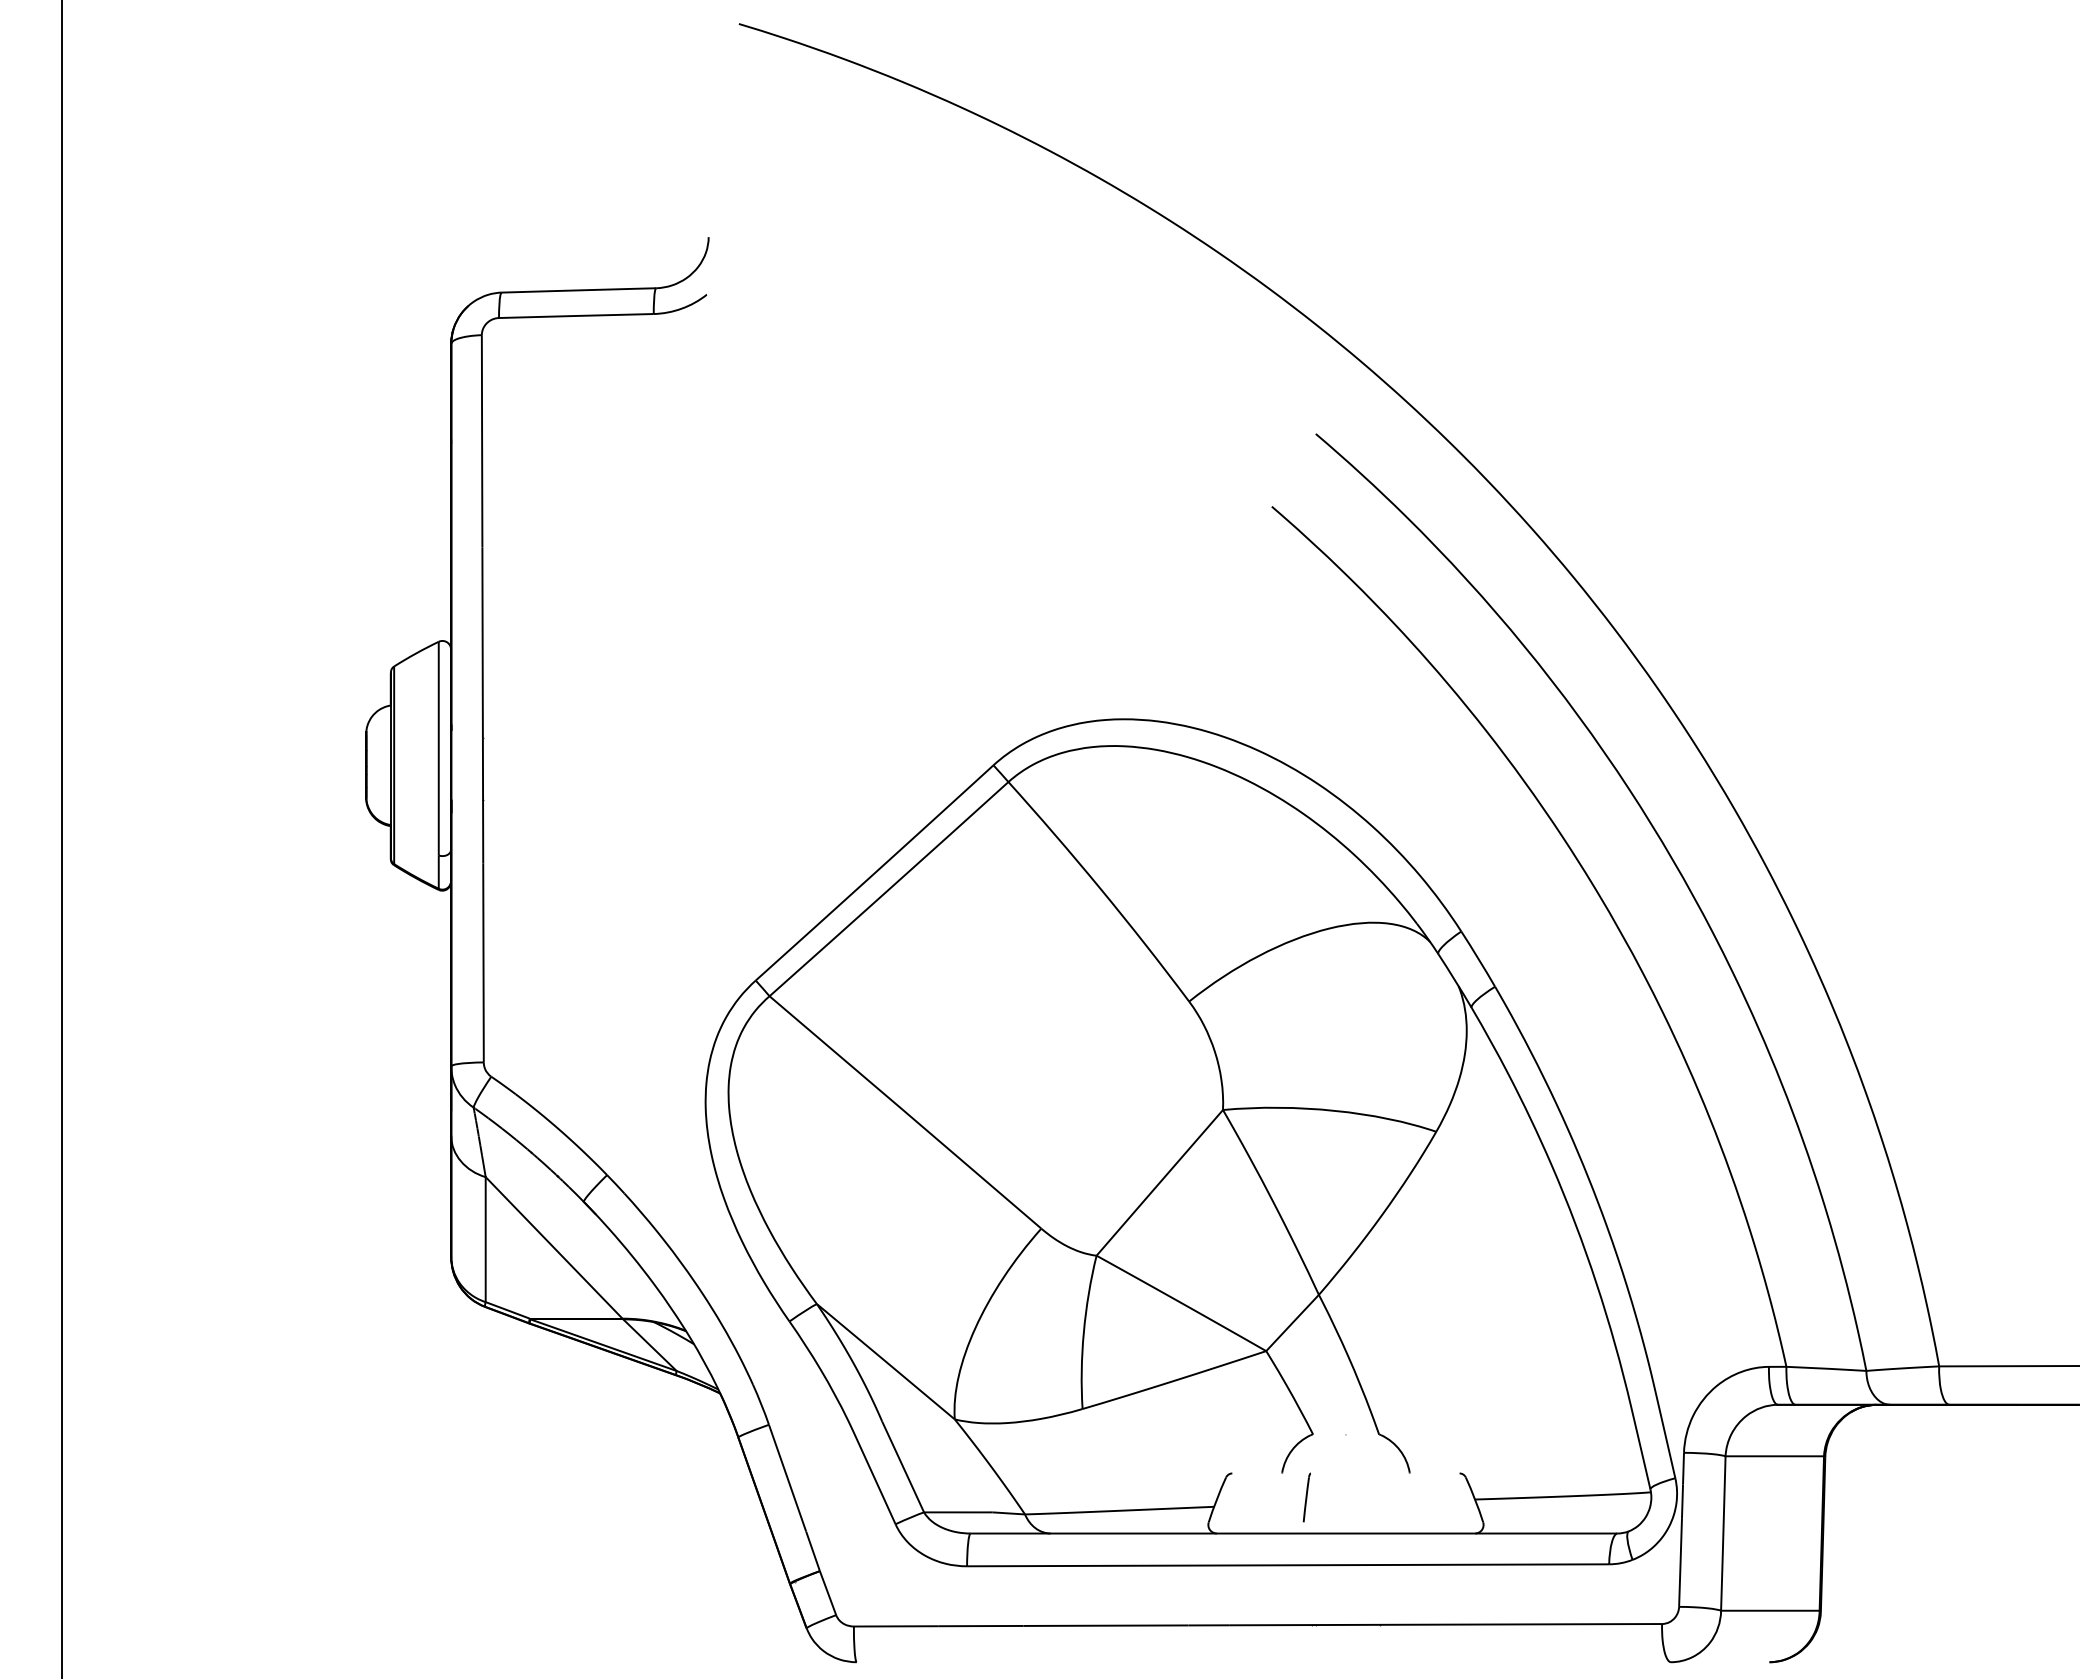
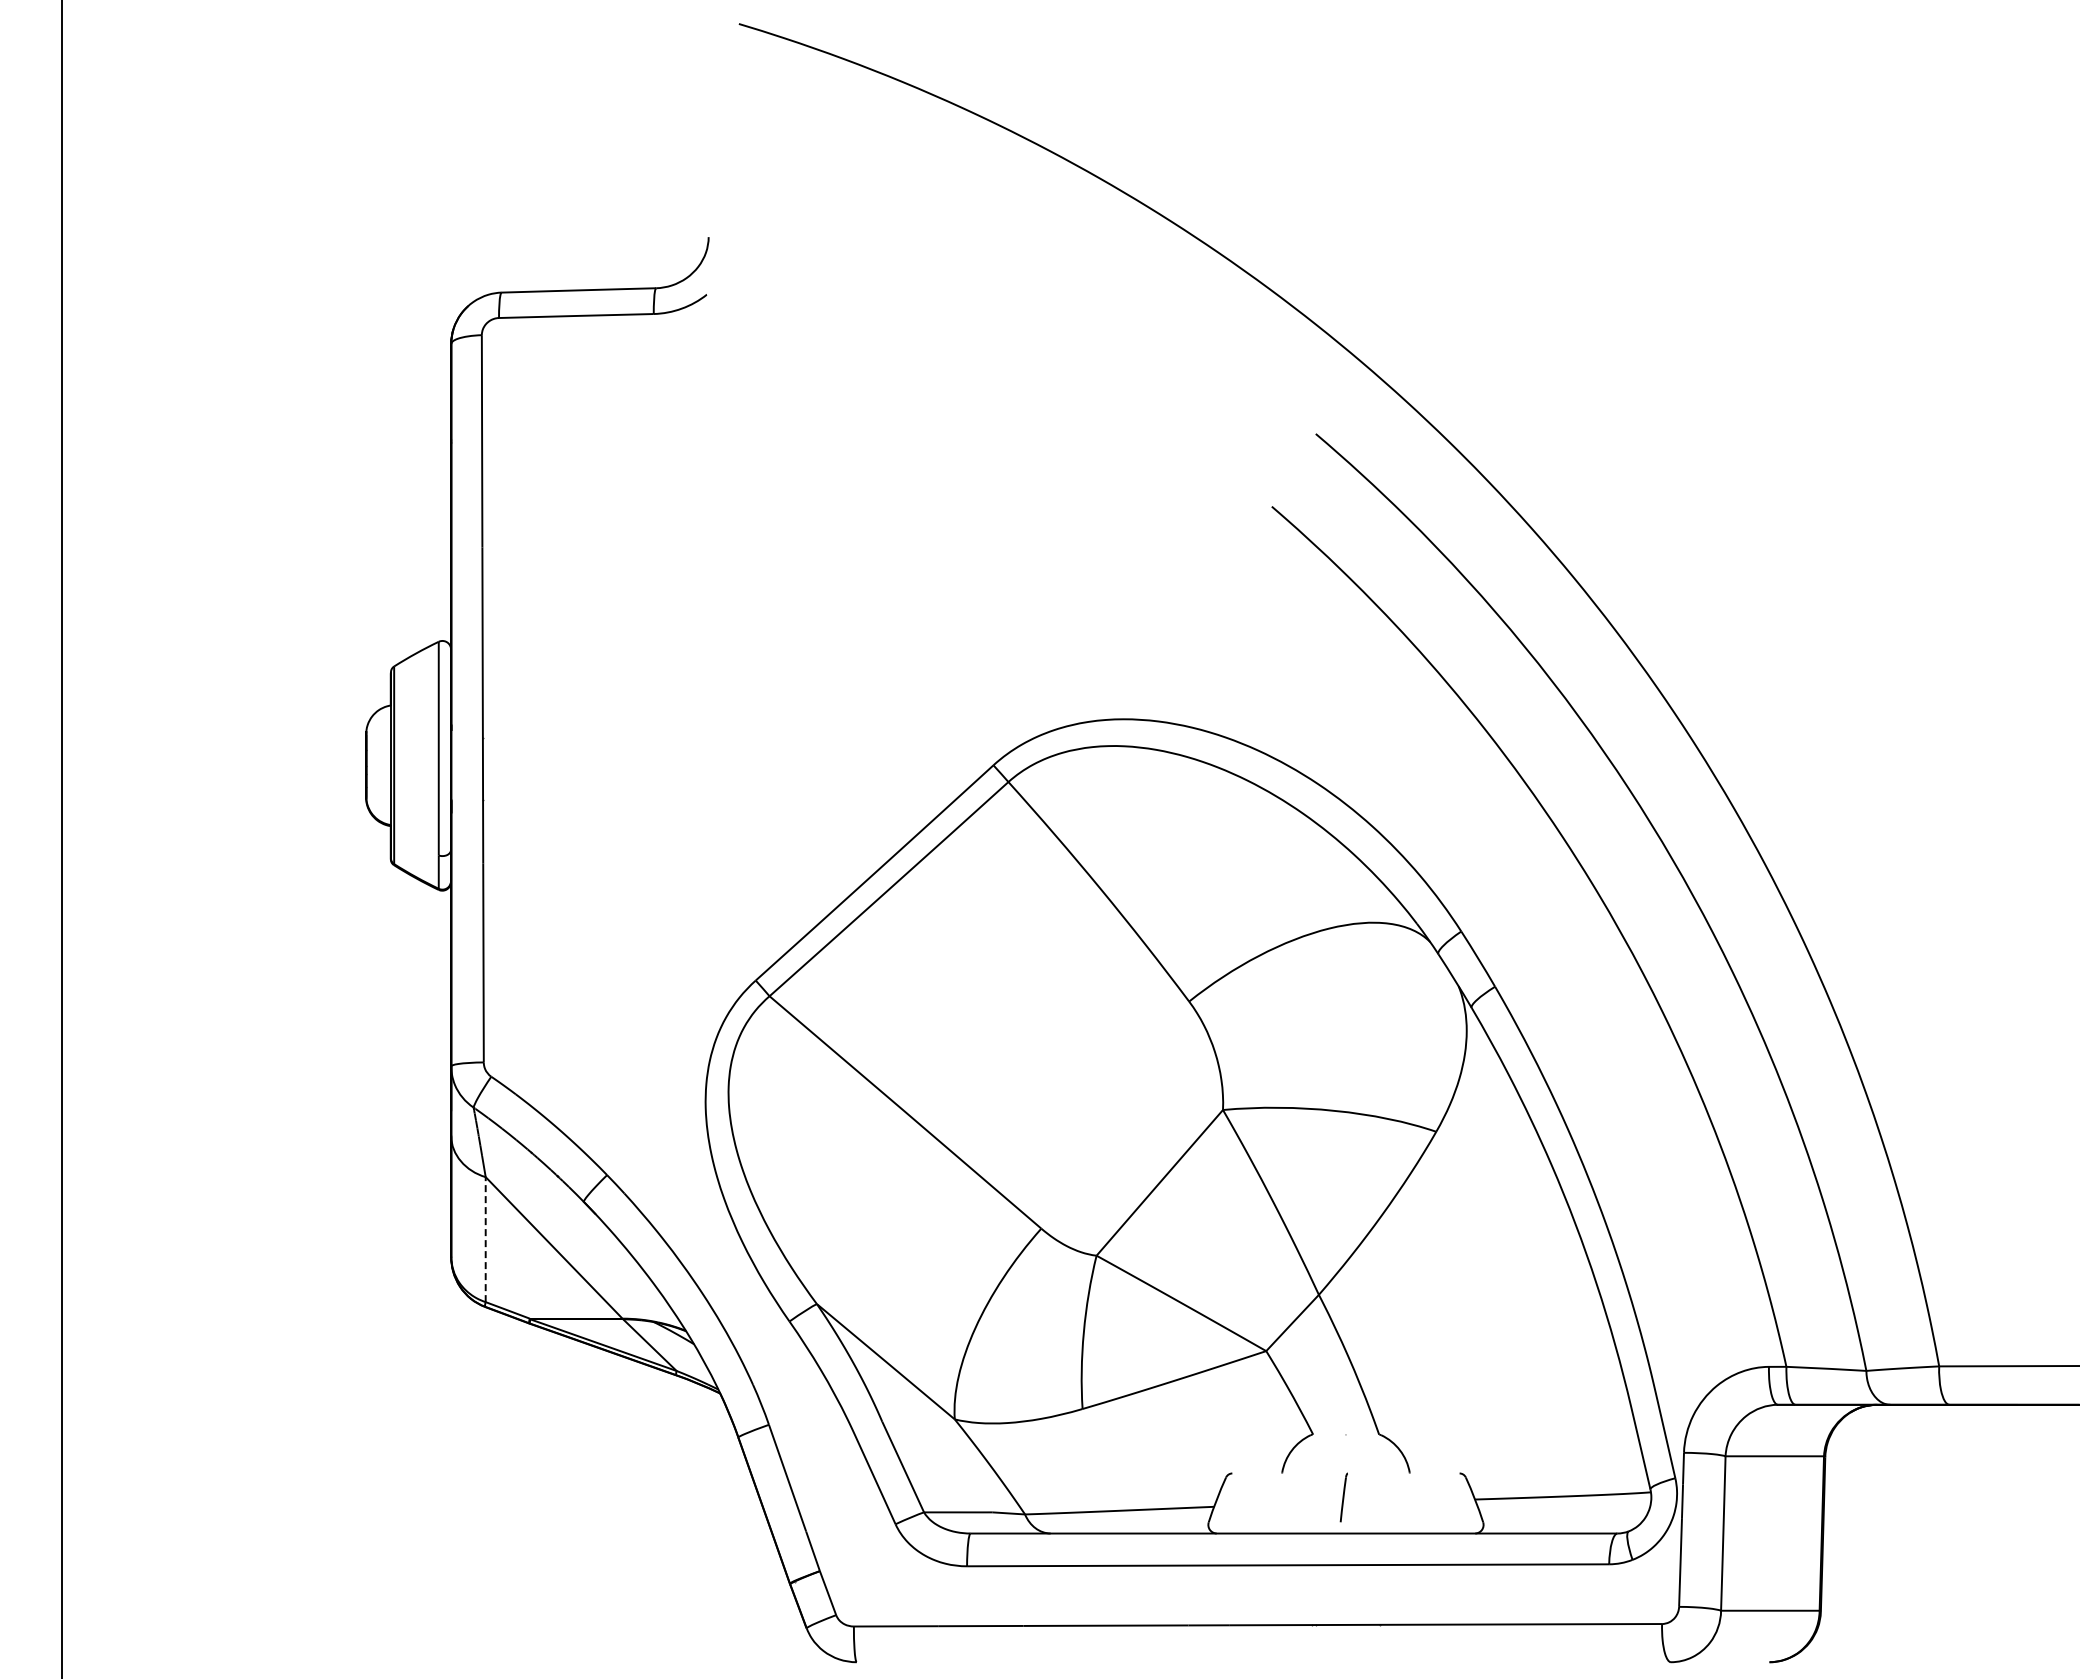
line at (485, 1239): solid -> dashed
line at (1306, 1497) position: (1306, 1497) -> (1343, 1497)
